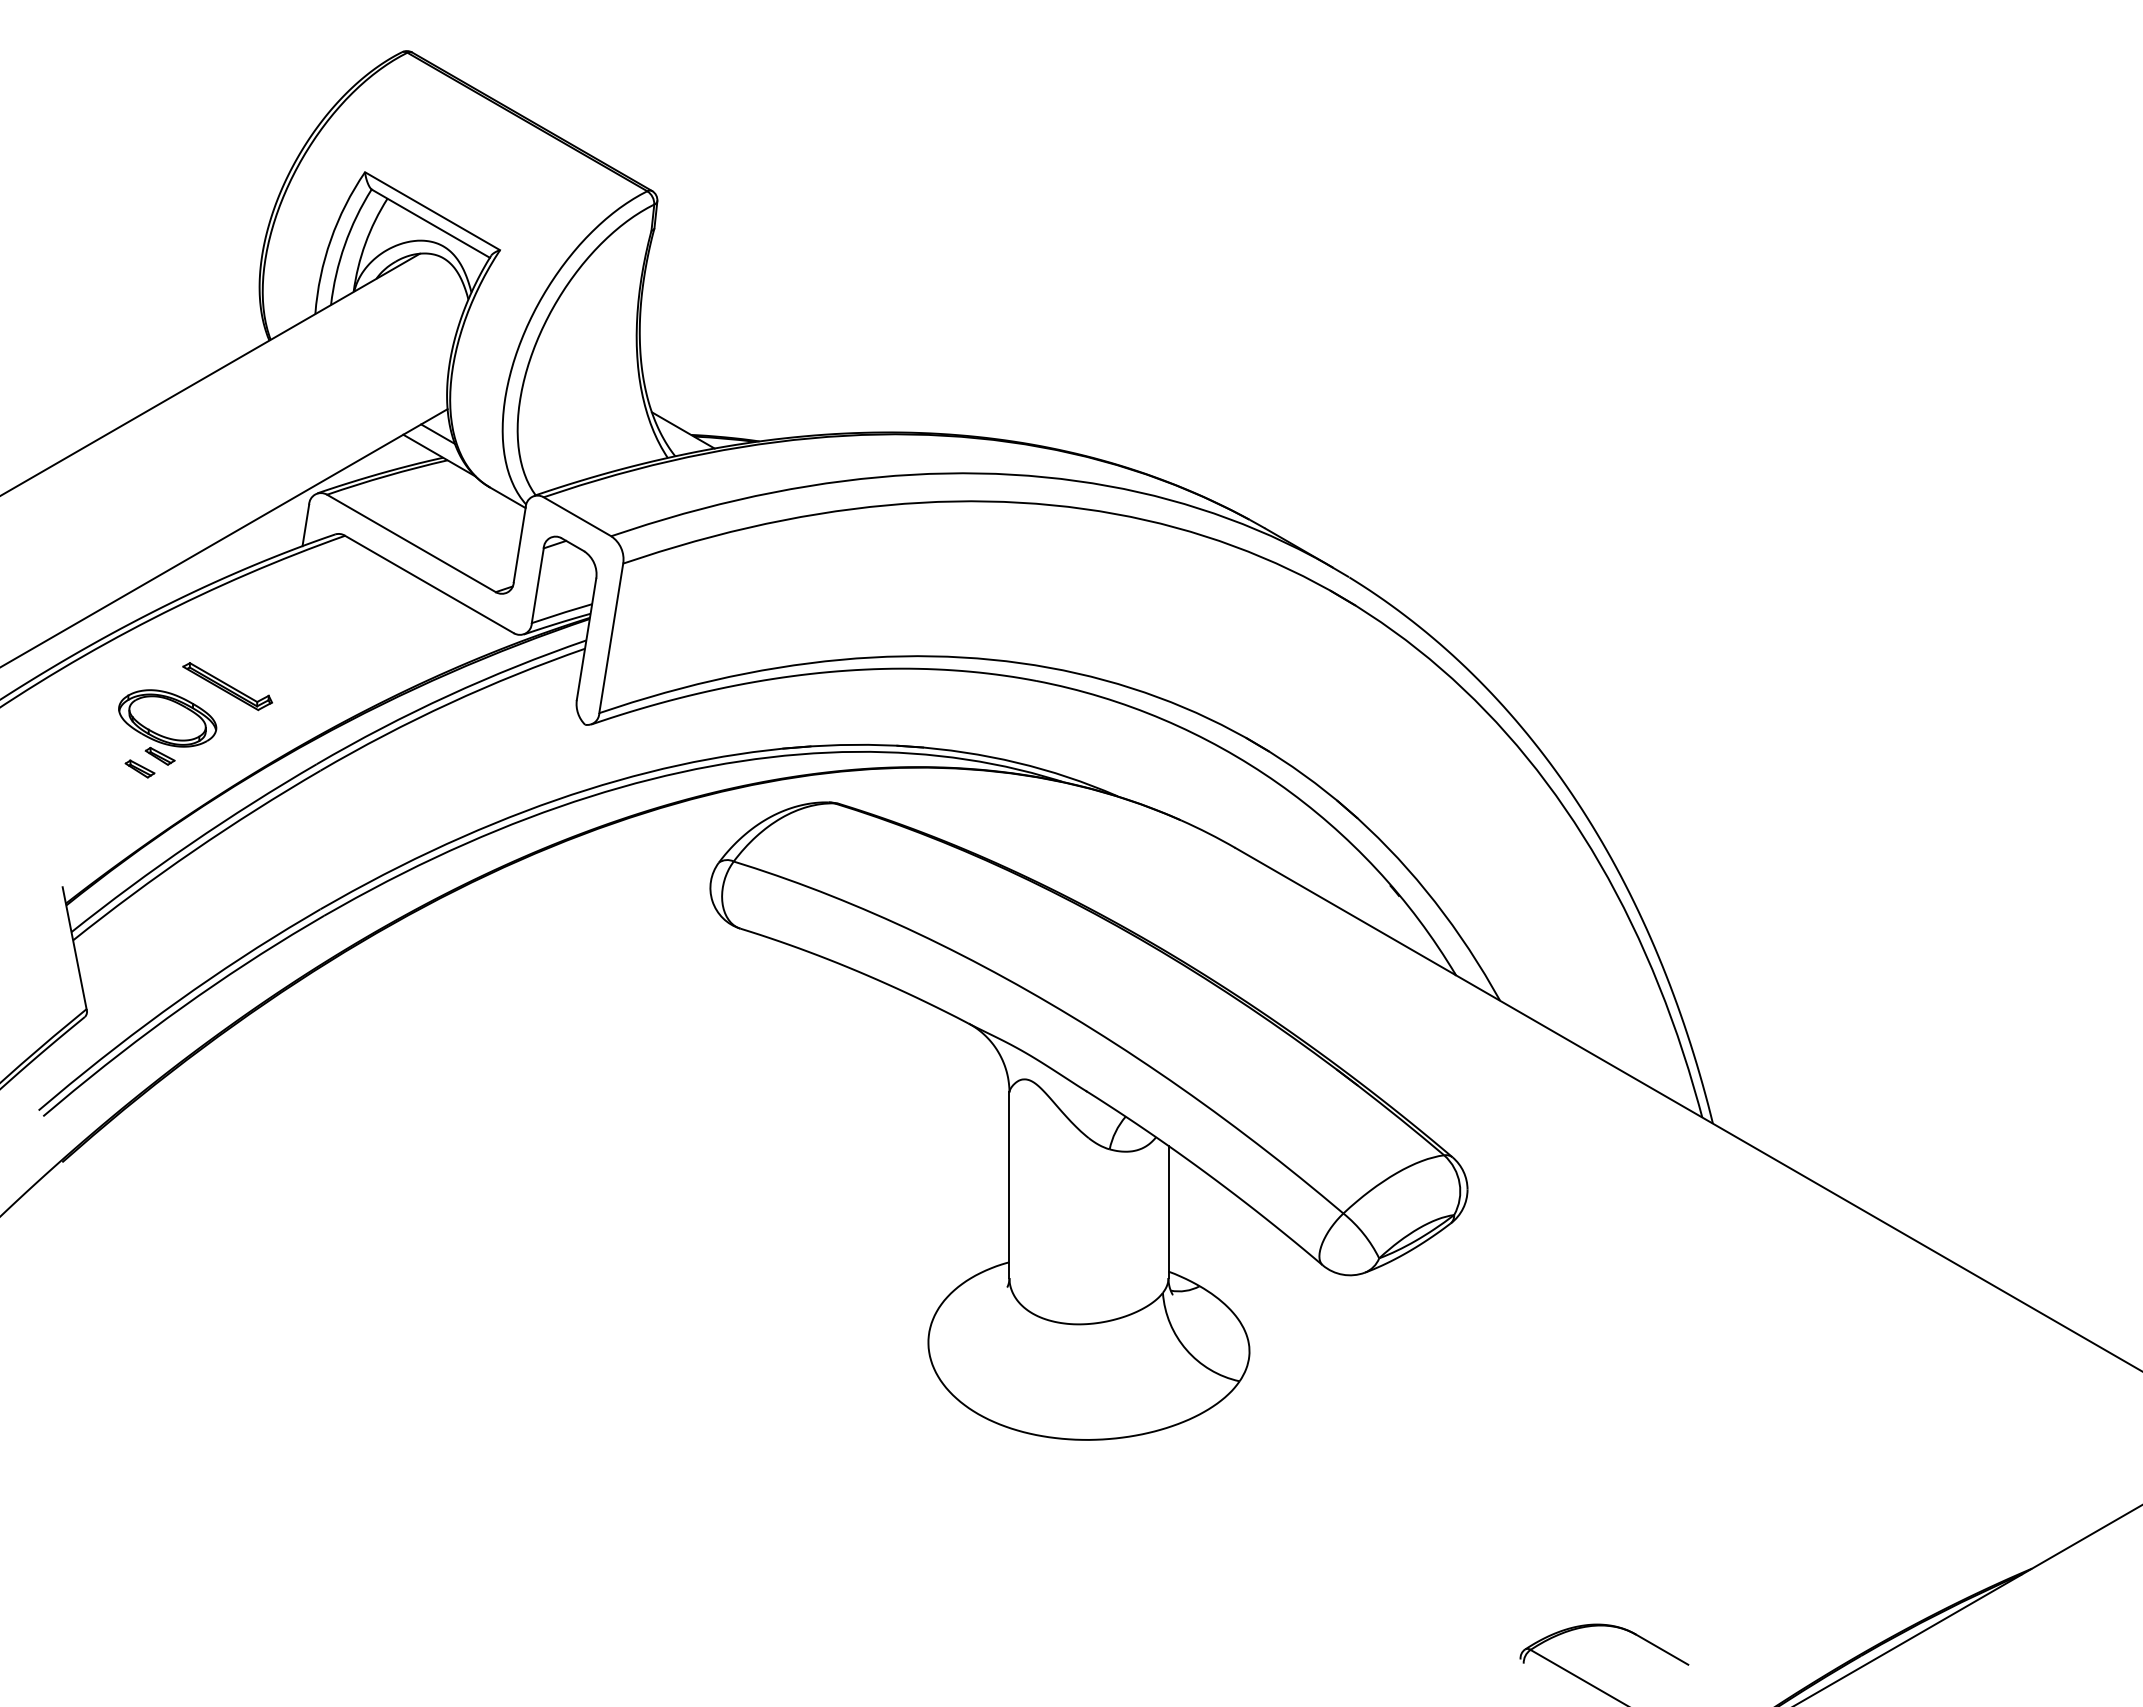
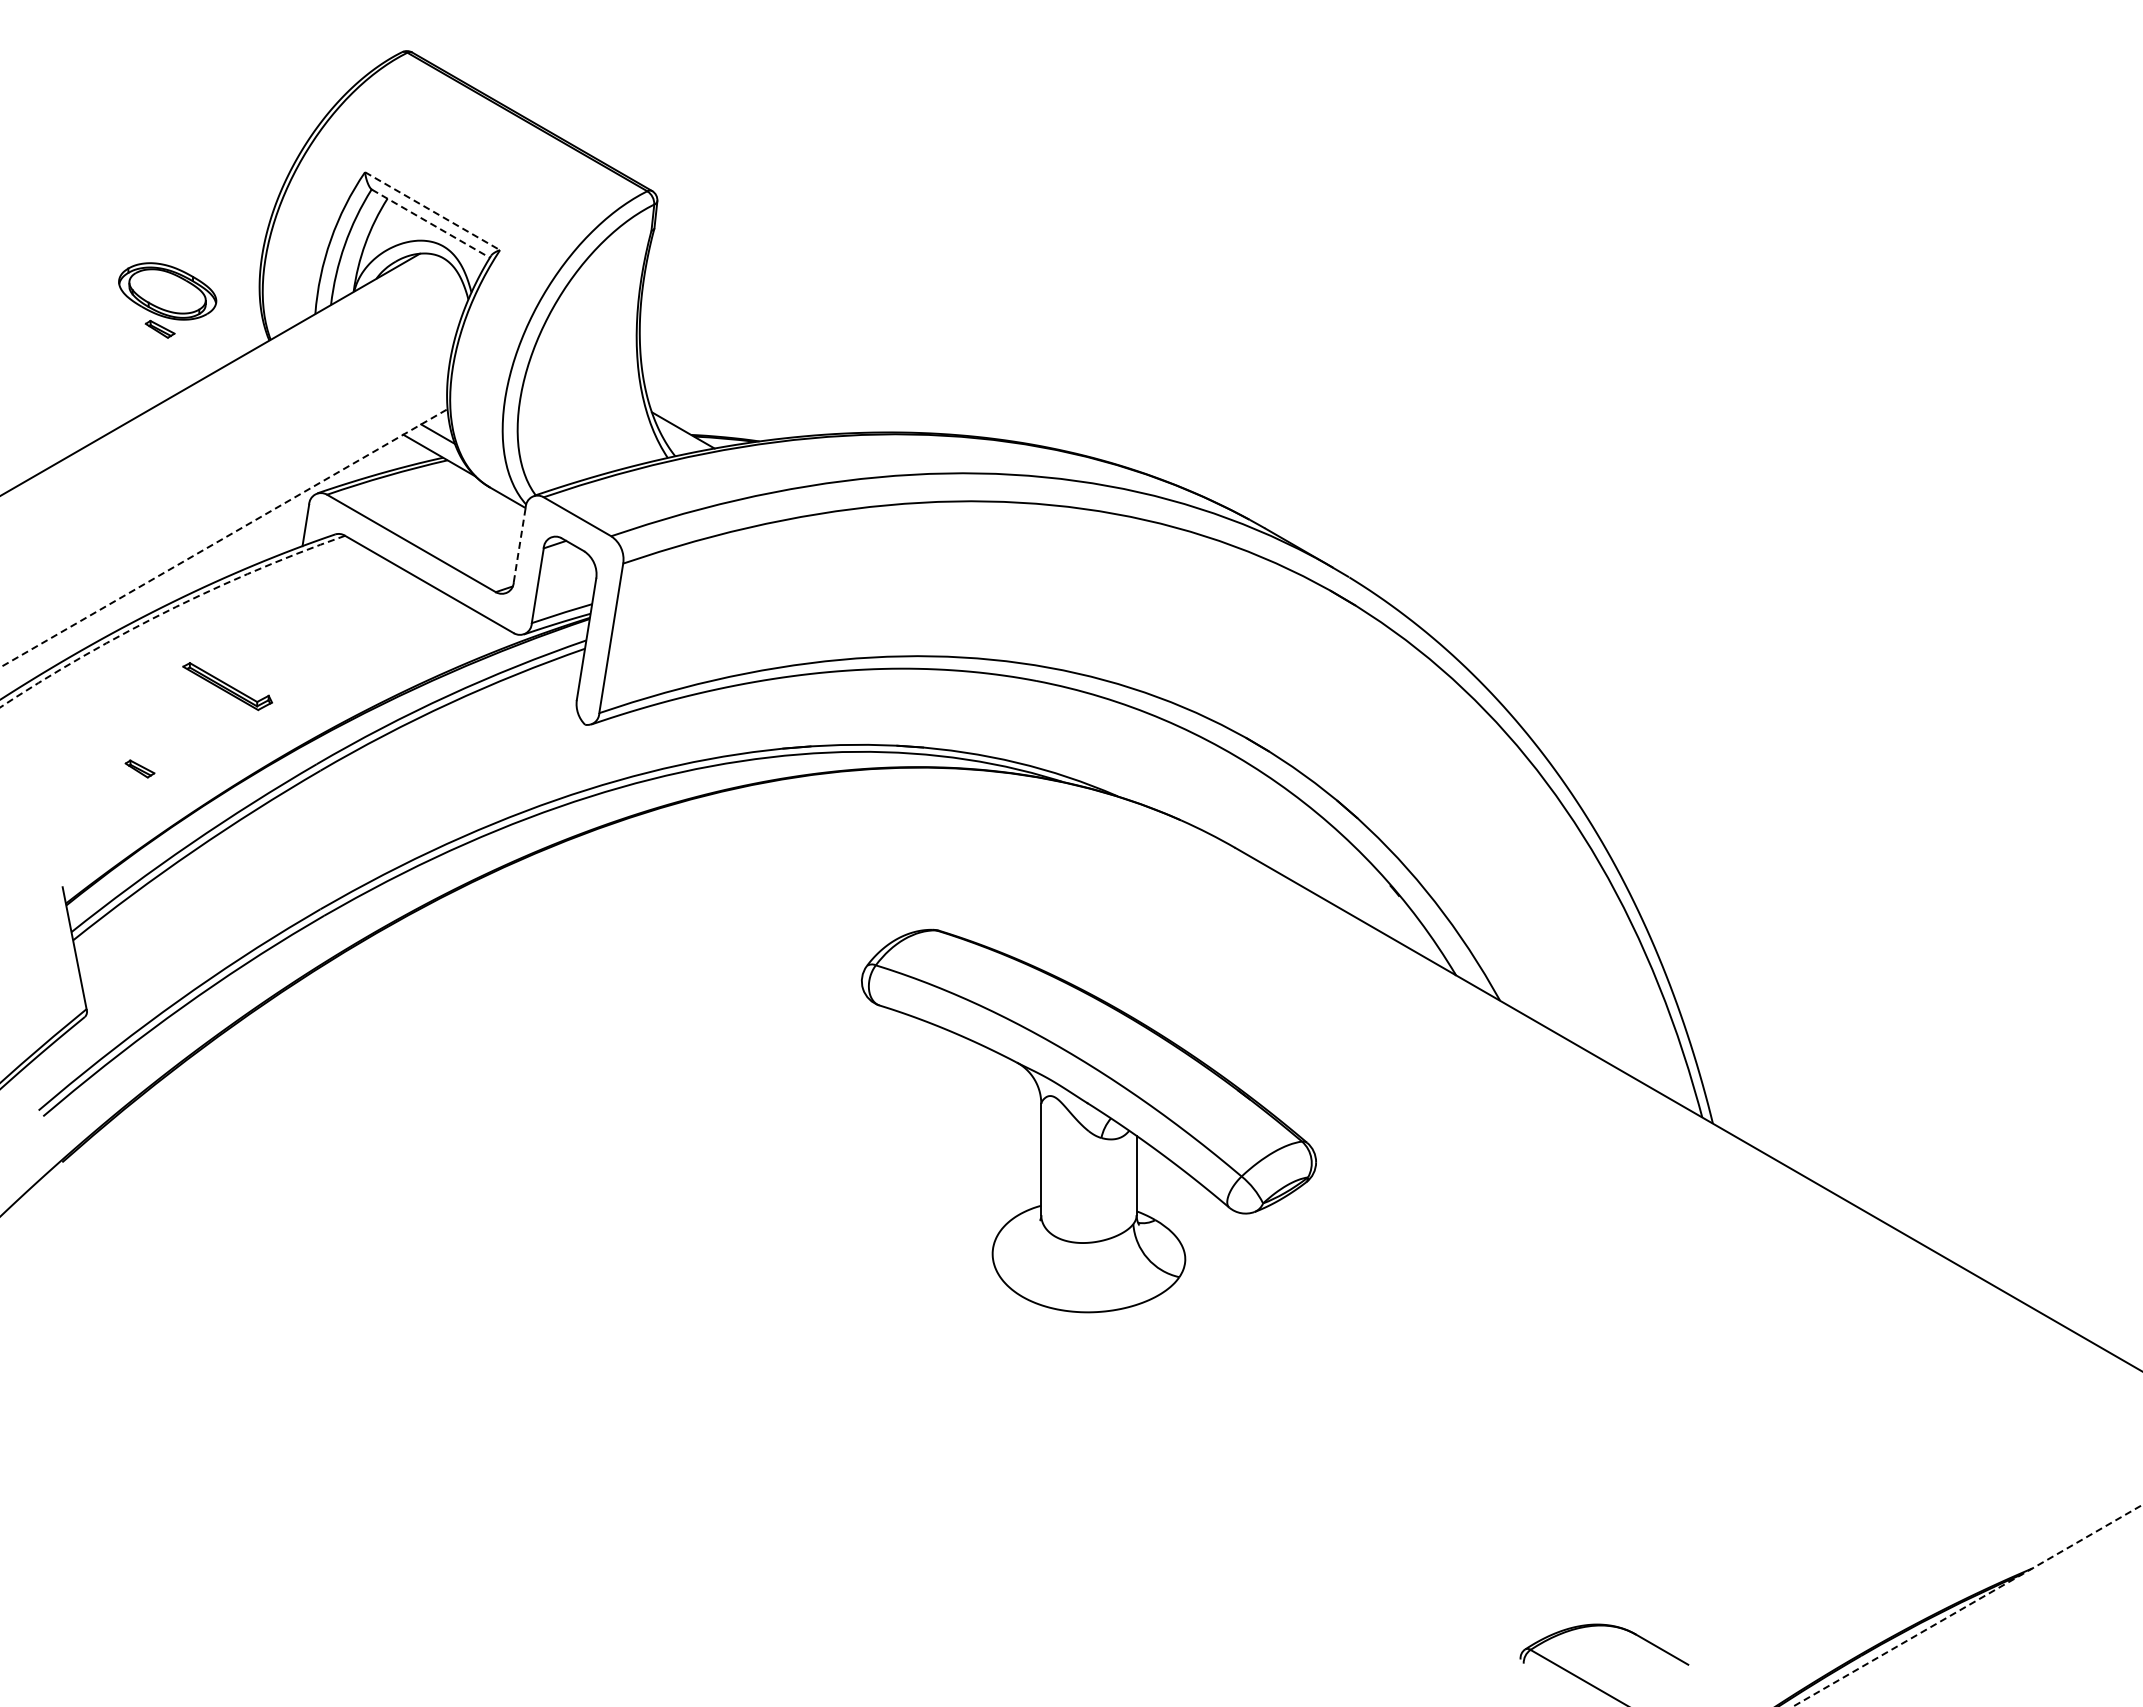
line at (432, 211): solid -> dashed
line at (431, 224): solid -> dashed
line at (224, 538): solid -> dashed
line at (519, 544): solid -> dashed
arc at (167, 611): solid -> dashed
part at (167, 727) position: (167, 727) -> (167, 300)
part at (1088, 1120) size: 760x640 px -> 456x386 px
line at (1967, 1605): solid -> dashed
